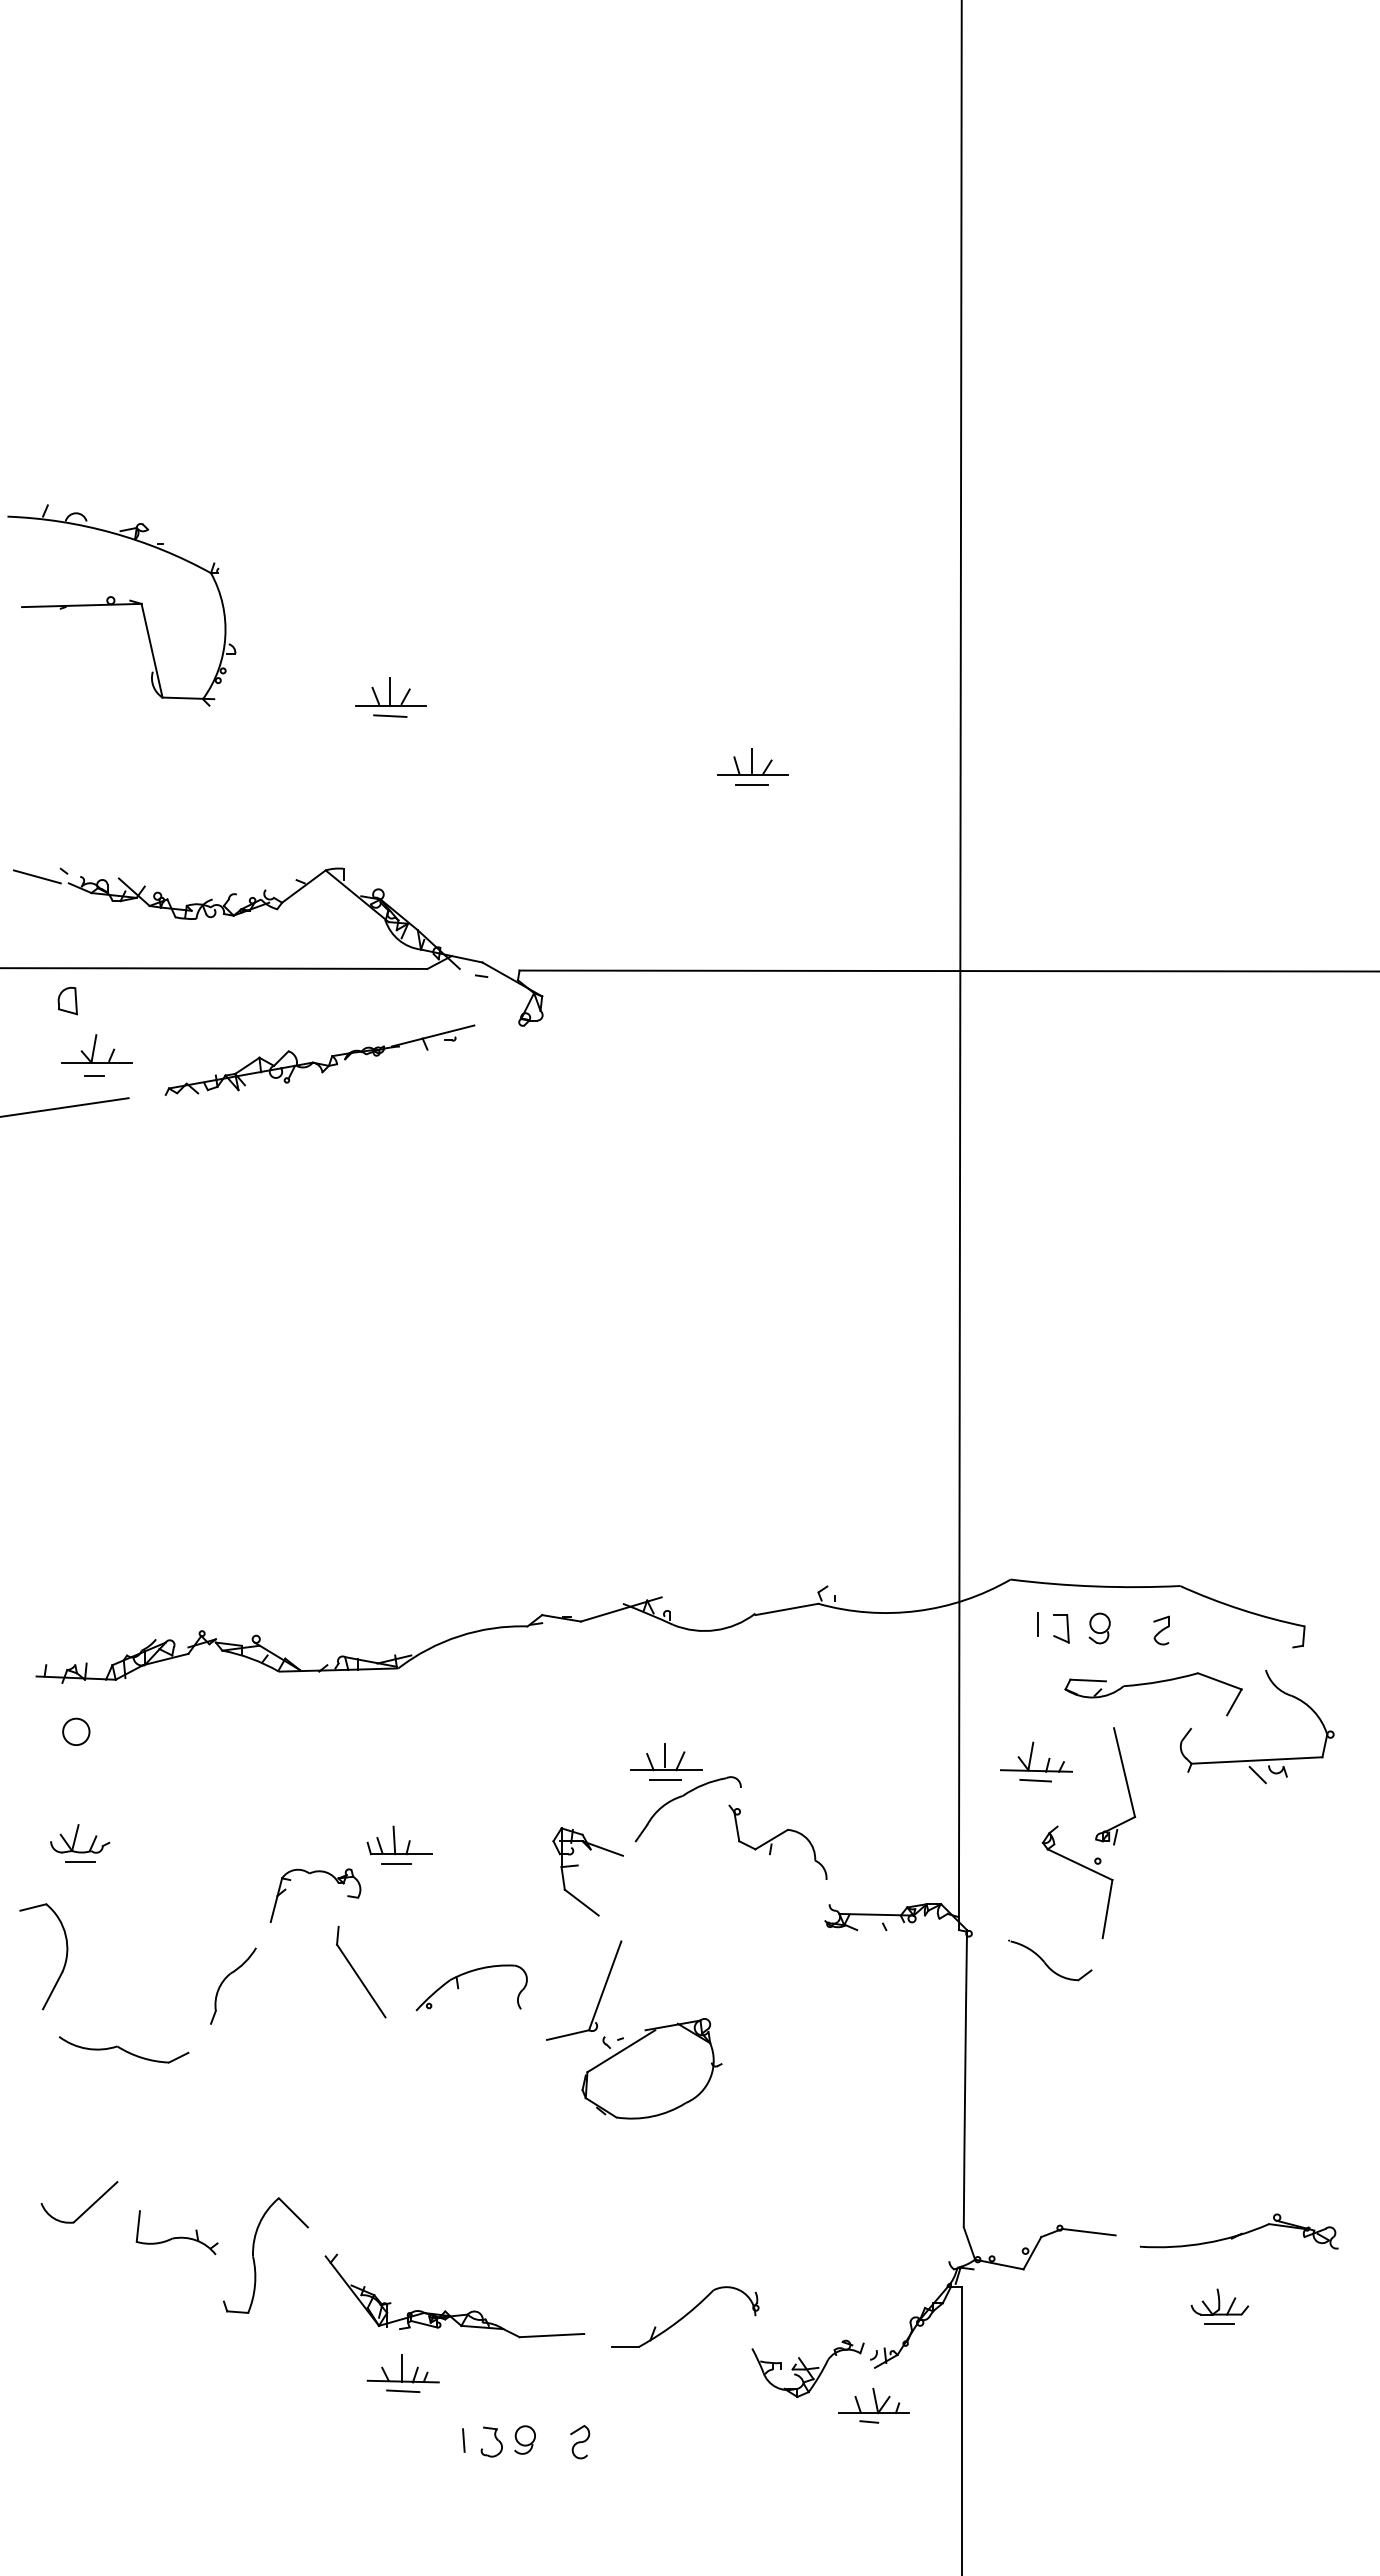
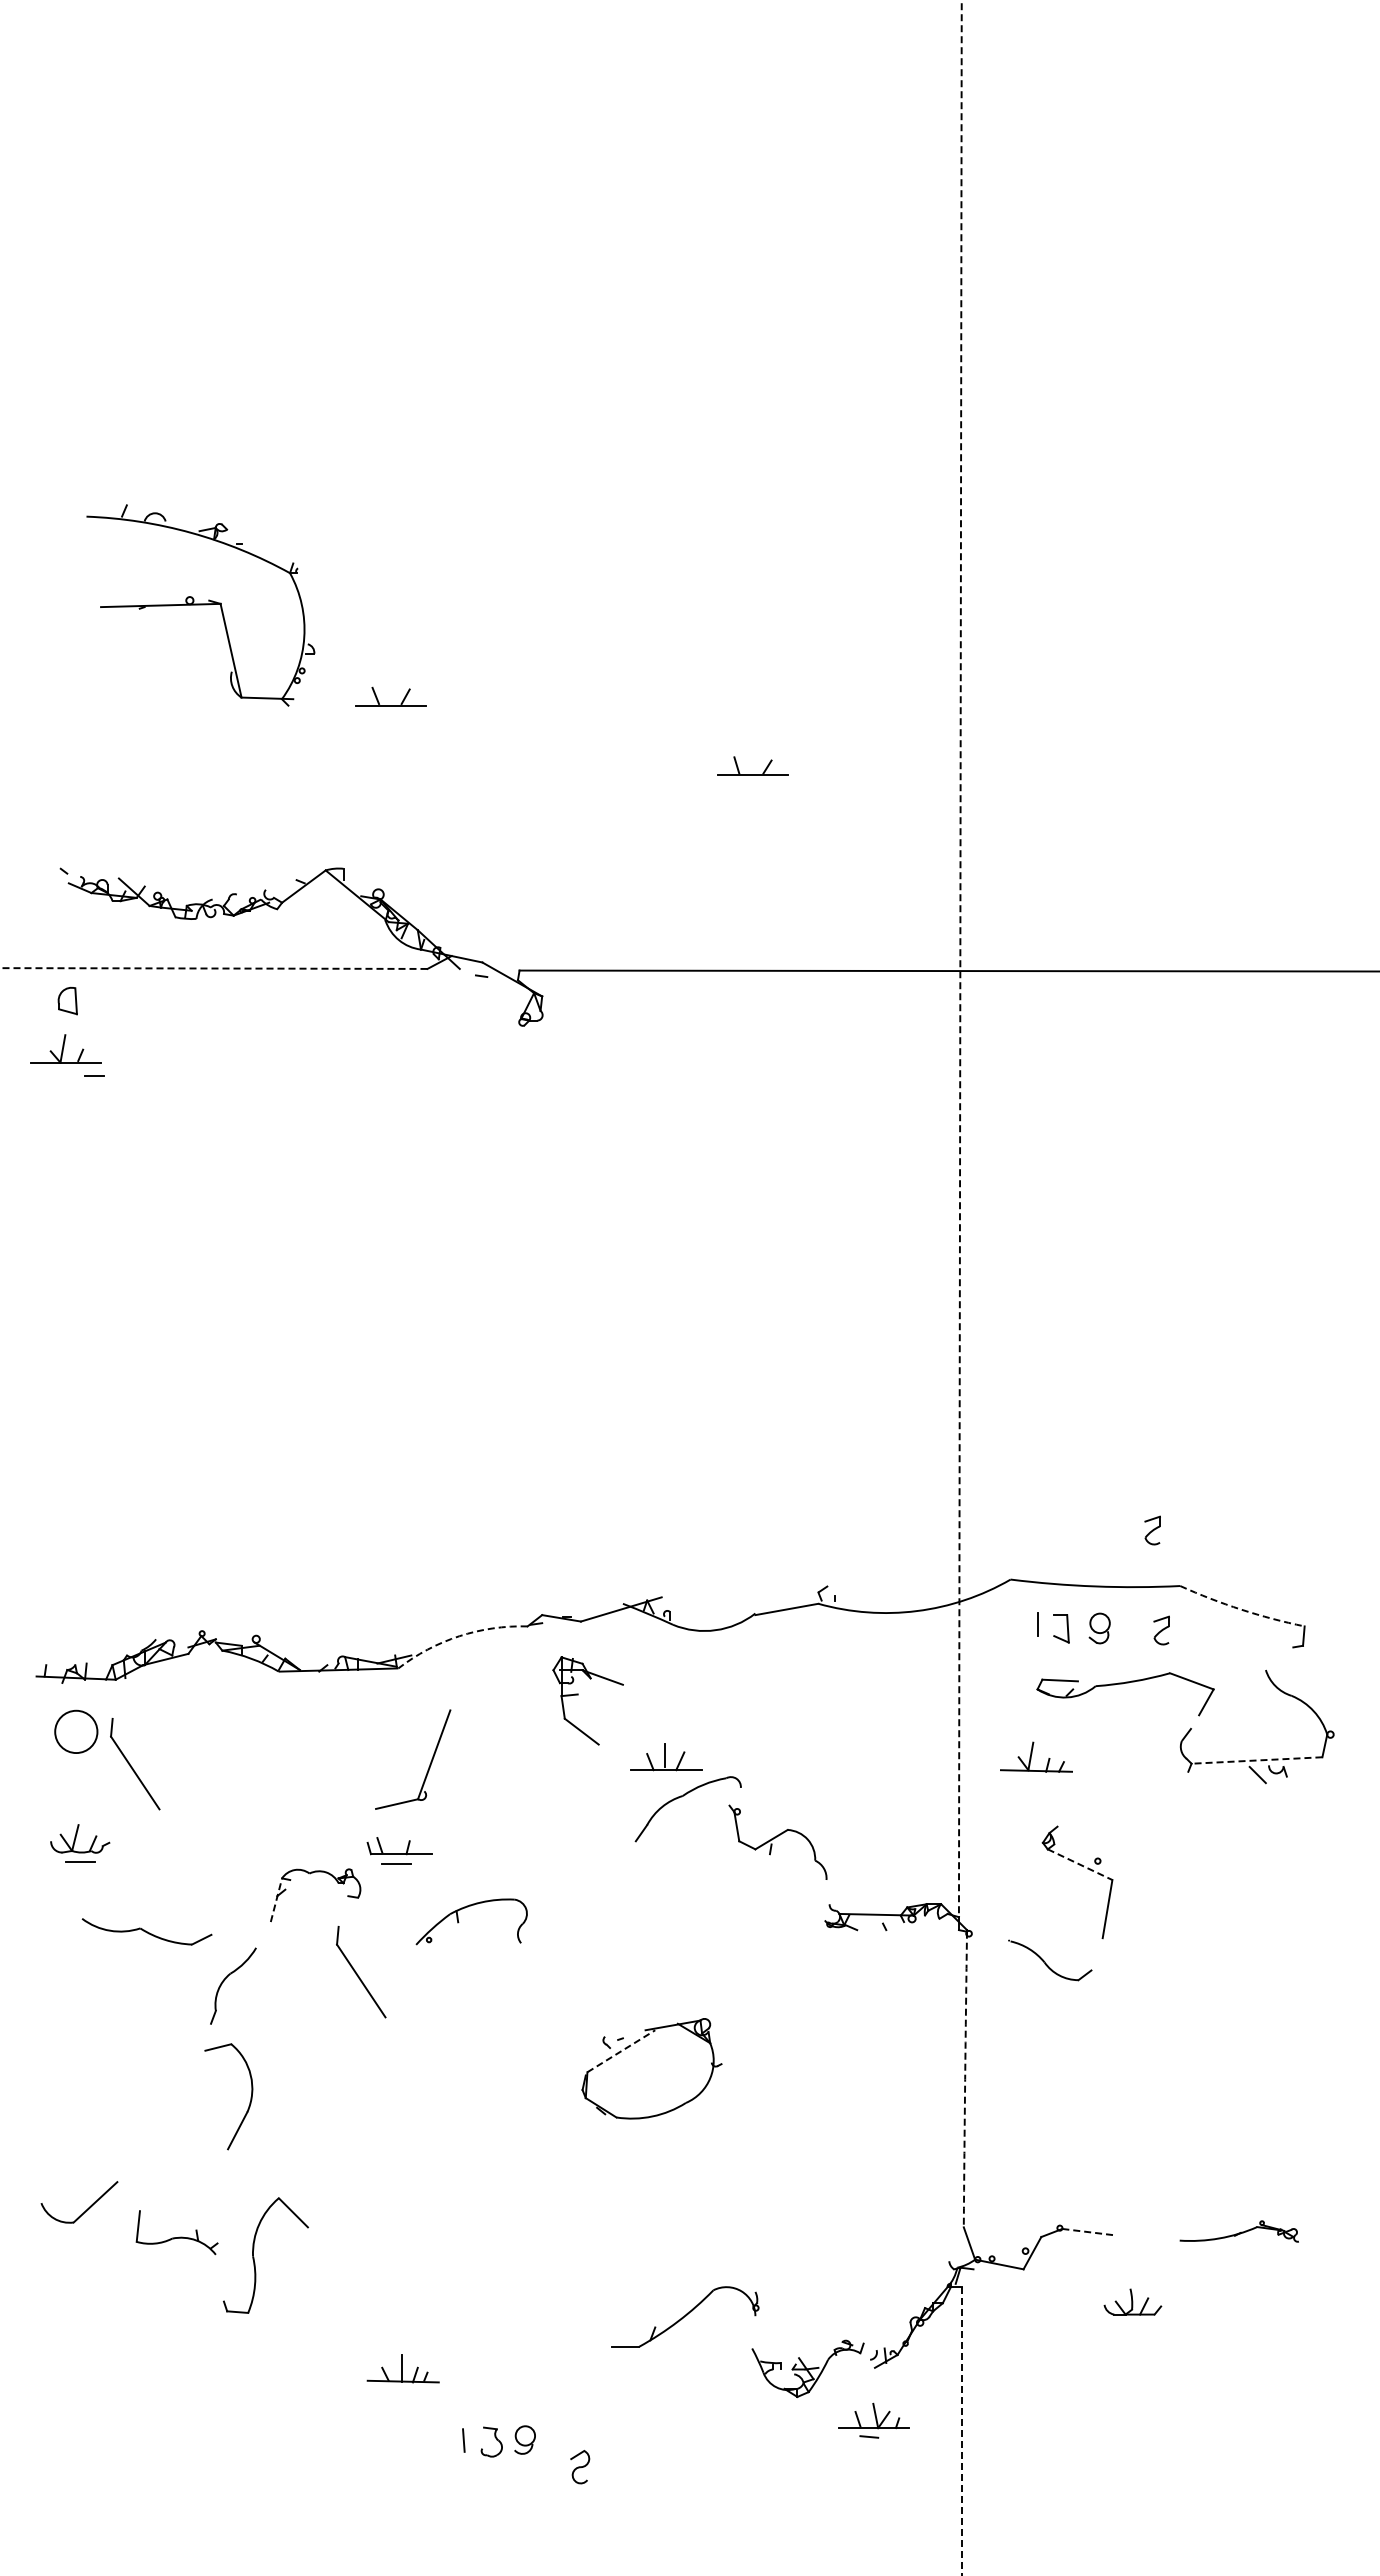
part at (121, 605) position: (121, 605) -> (200, 605)
line at (390, 691): present -> none
line at (390, 715): present -> none
line at (752, 761): present -> none
line at (752, 784): present -> none
line at (36, 876): present -> none
line at (960, 959): solid -> dashed
arc at (213, 968): solid -> dashed
part at (96, 1048) position: (96, 1048) -> (65, 1048)
part at (319, 1059): present -> none
line at (65, 1107): present -> none
part at (1152, 1530): none -> present
arc at (1241, 1609): solid -> dashed
arc at (459, 1636): solid -> dashed
part at (1151, 1684) position: (1151, 1684) -> (1123, 1684)
circle at (76, 1731) diameter: 26 px -> 42 px
line at (1256, 1760): solid -> dashed
part at (135, 1764): none -> present
line at (665, 1779): present -> none
line at (1035, 1780): present -> none
part at (1126, 1786): present -> none
line at (394, 1840): present -> none
line at (1080, 1864): solid -> dashed
part at (578, 1866) position: (578, 1866) -> (578, 1695)
line at (276, 1900): solid -> dashed
part at (64, 1962) position: (64, 1962) -> (249, 2102)
part at (459, 1988) position: (459, 1988) -> (459, 1922)
part at (600, 1995) position: (600, 1995) -> (429, 1764)
part at (123, 2049) position: (123, 2049) -> (146, 1931)
line at (621, 2051): solid -> dashed
arc at (965, 2079): solid -> dashed
part at (1239, 2231) size: 199x37 px -> 120x23 px
line at (1088, 2232): solid -> dashed
part at (1219, 2301) position: (1219, 2301) -> (1132, 2301)
part at (445, 2310): present -> none
line at (1218, 2324): present -> none
line at (403, 2391): present -> none
part at (873, 2405) position: (873, 2405) -> (873, 2420)
line at (962, 2432): solid -> dashed
part at (580, 2442) position: (580, 2442) -> (580, 2467)
